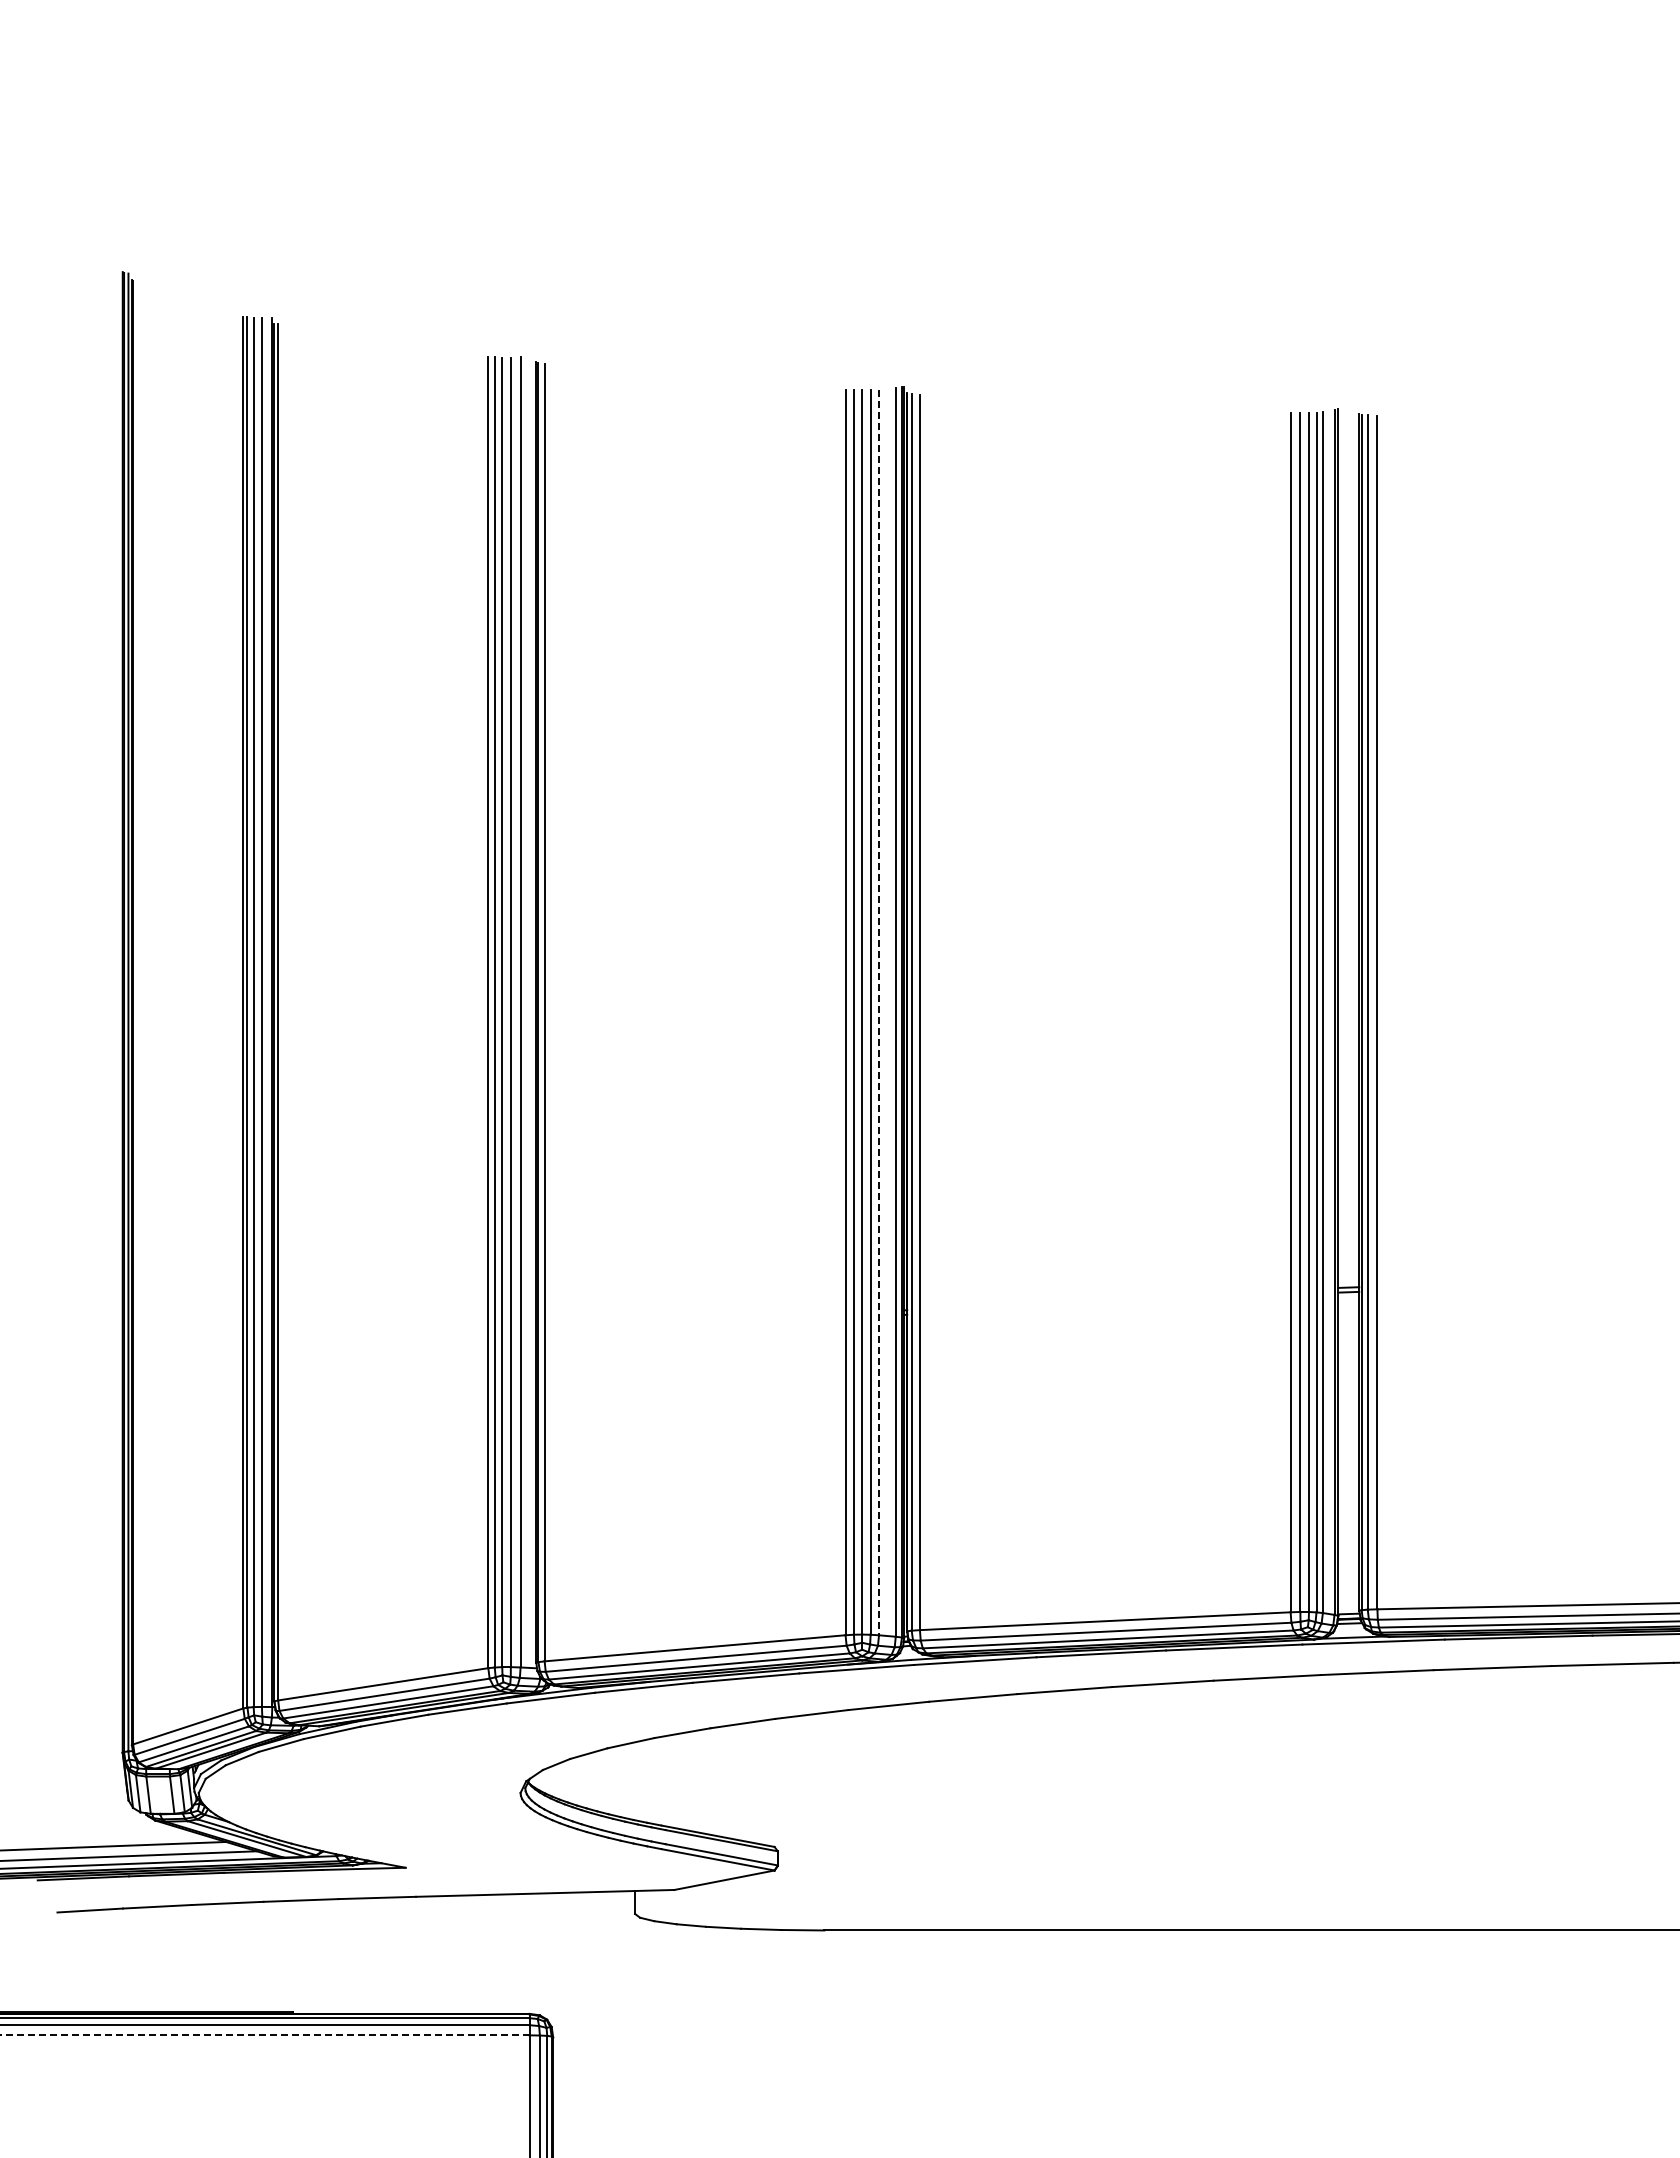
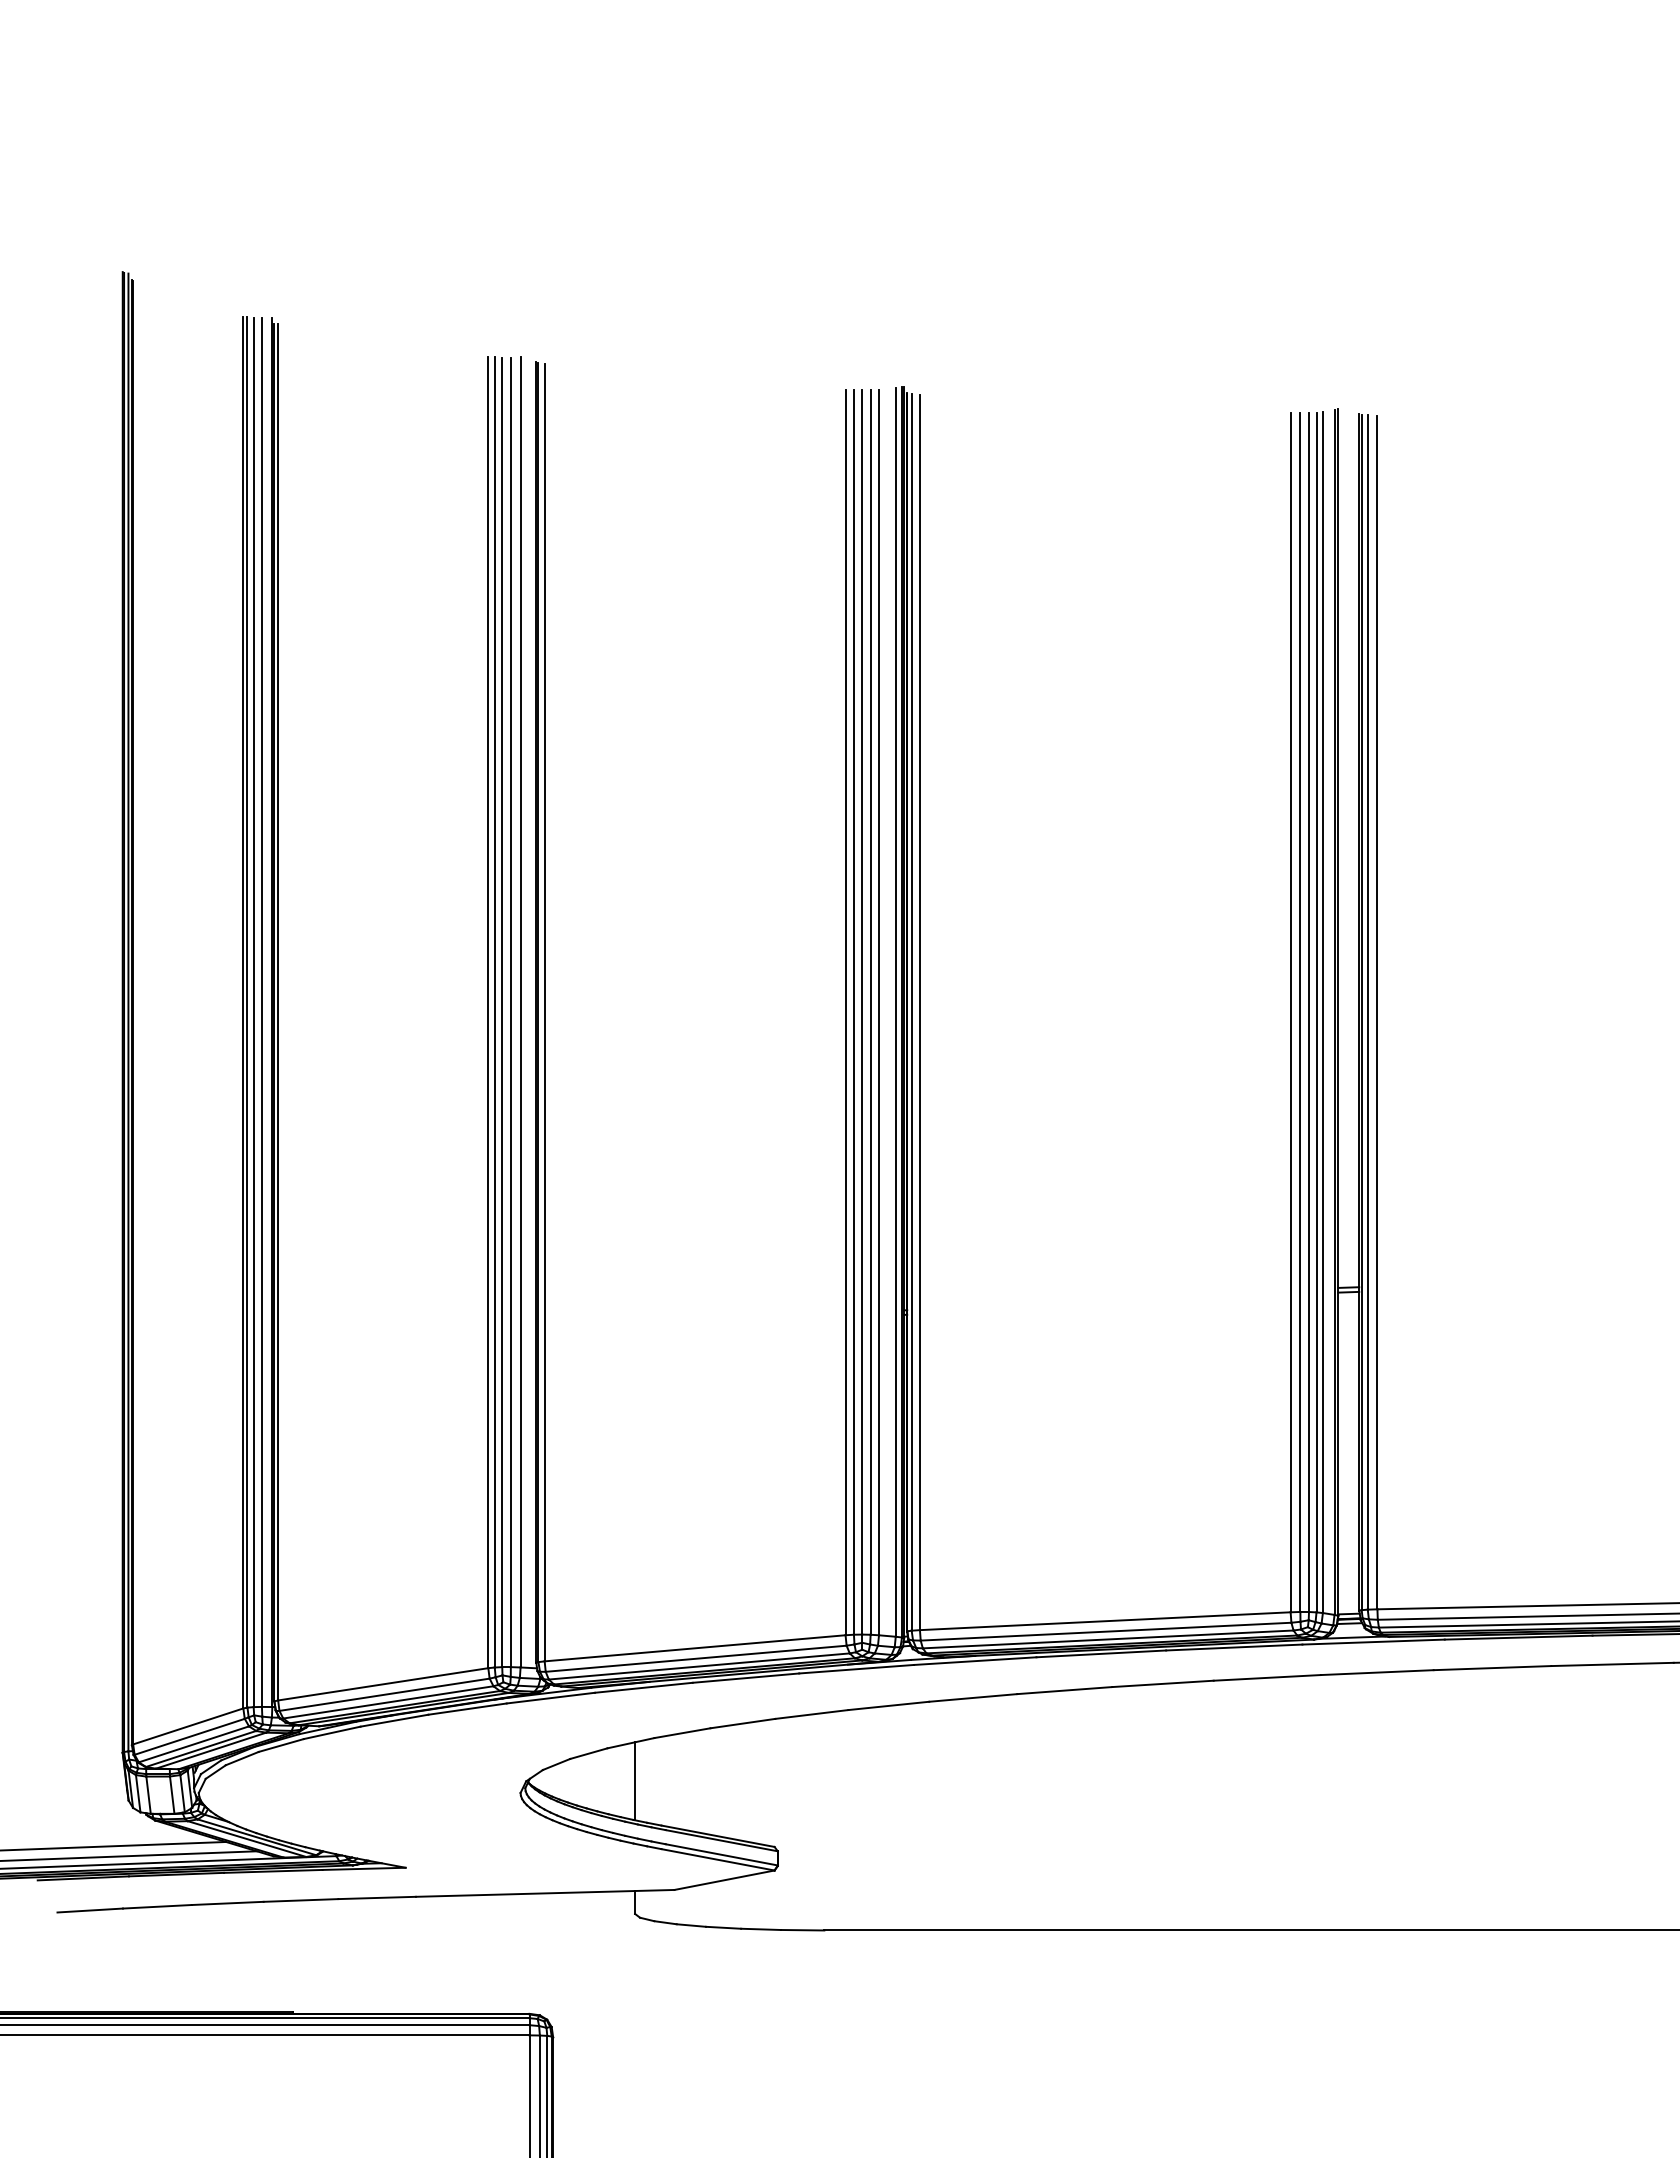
line at (879, 1012): dashed -> solid
line at (635, 1781): none -> present
line at (264, 2035): dashed -> solid
